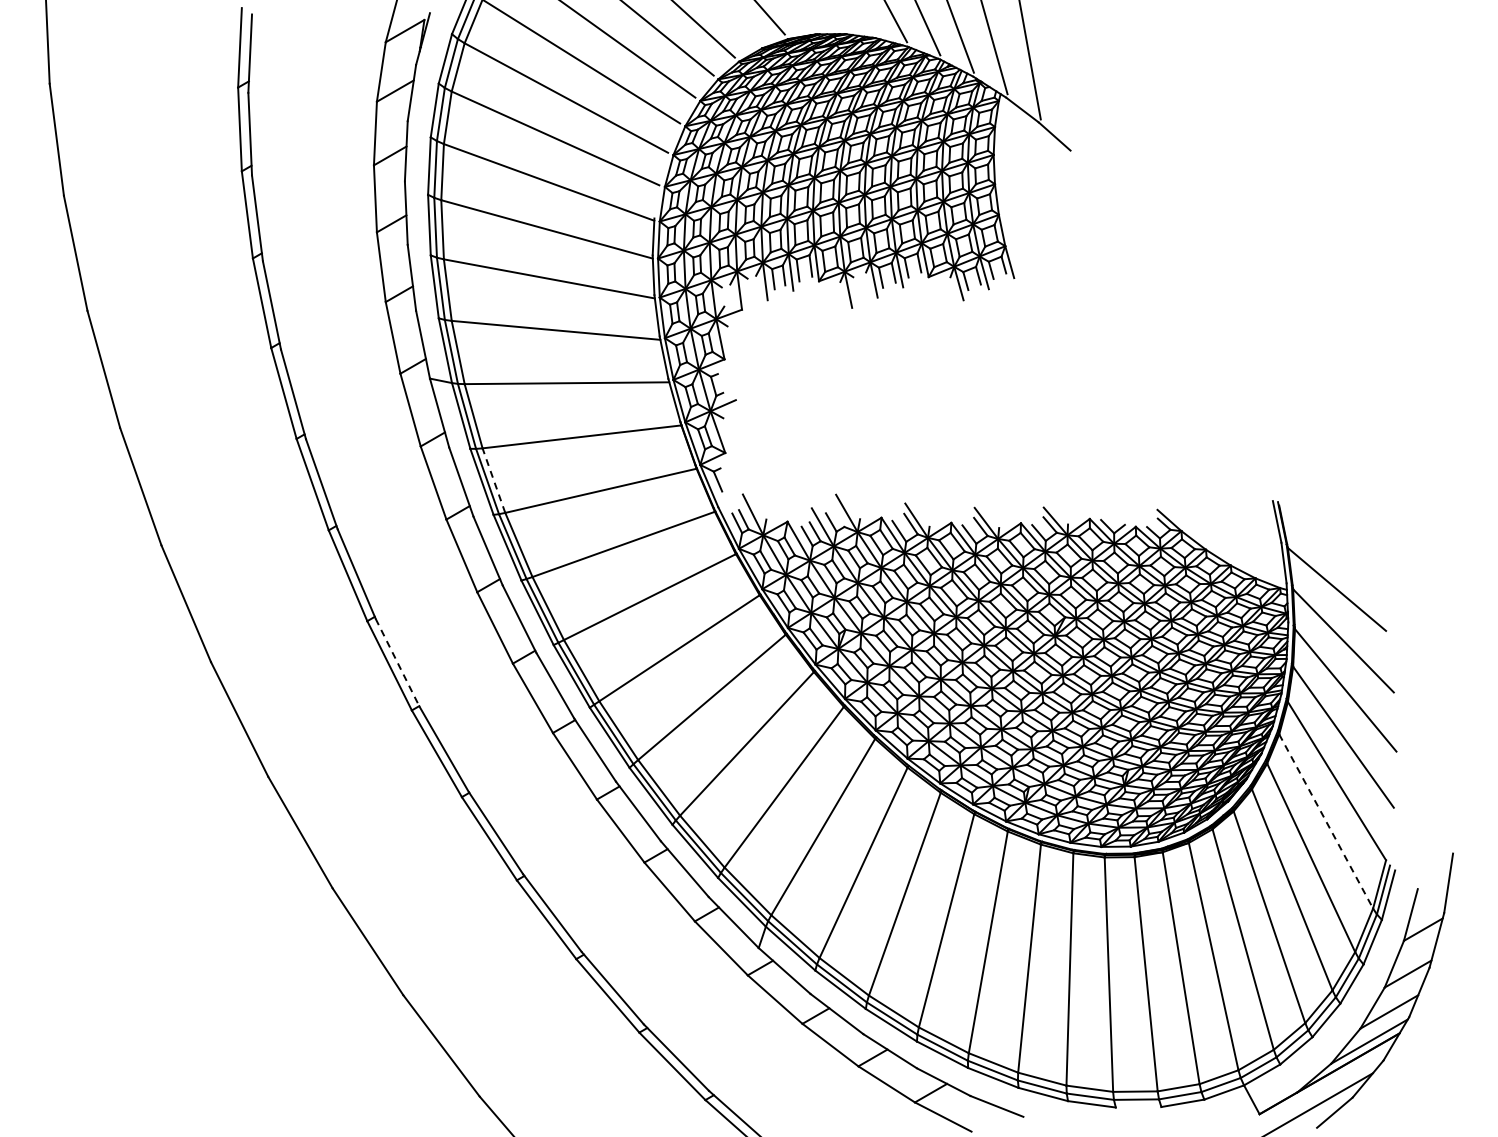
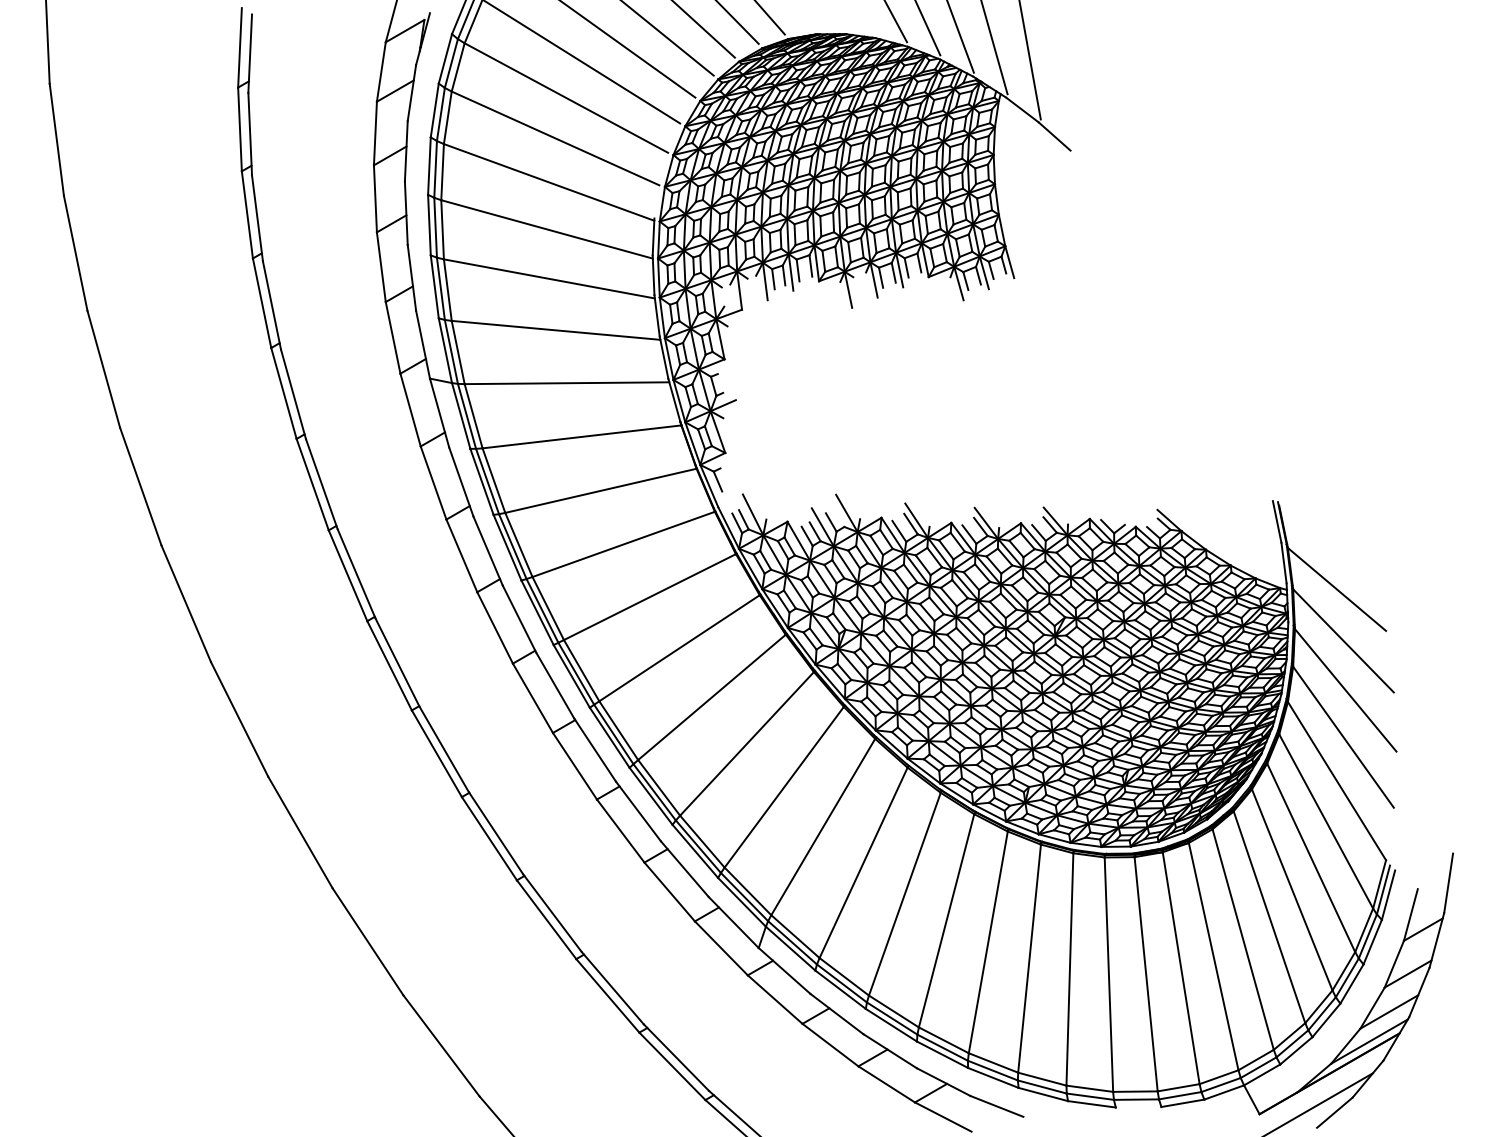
line at (738, 22): none -> present
line at (493, 480): dashed -> solid
line at (397, 663): dashed -> solid
line at (1326, 821): dashed -> solid
